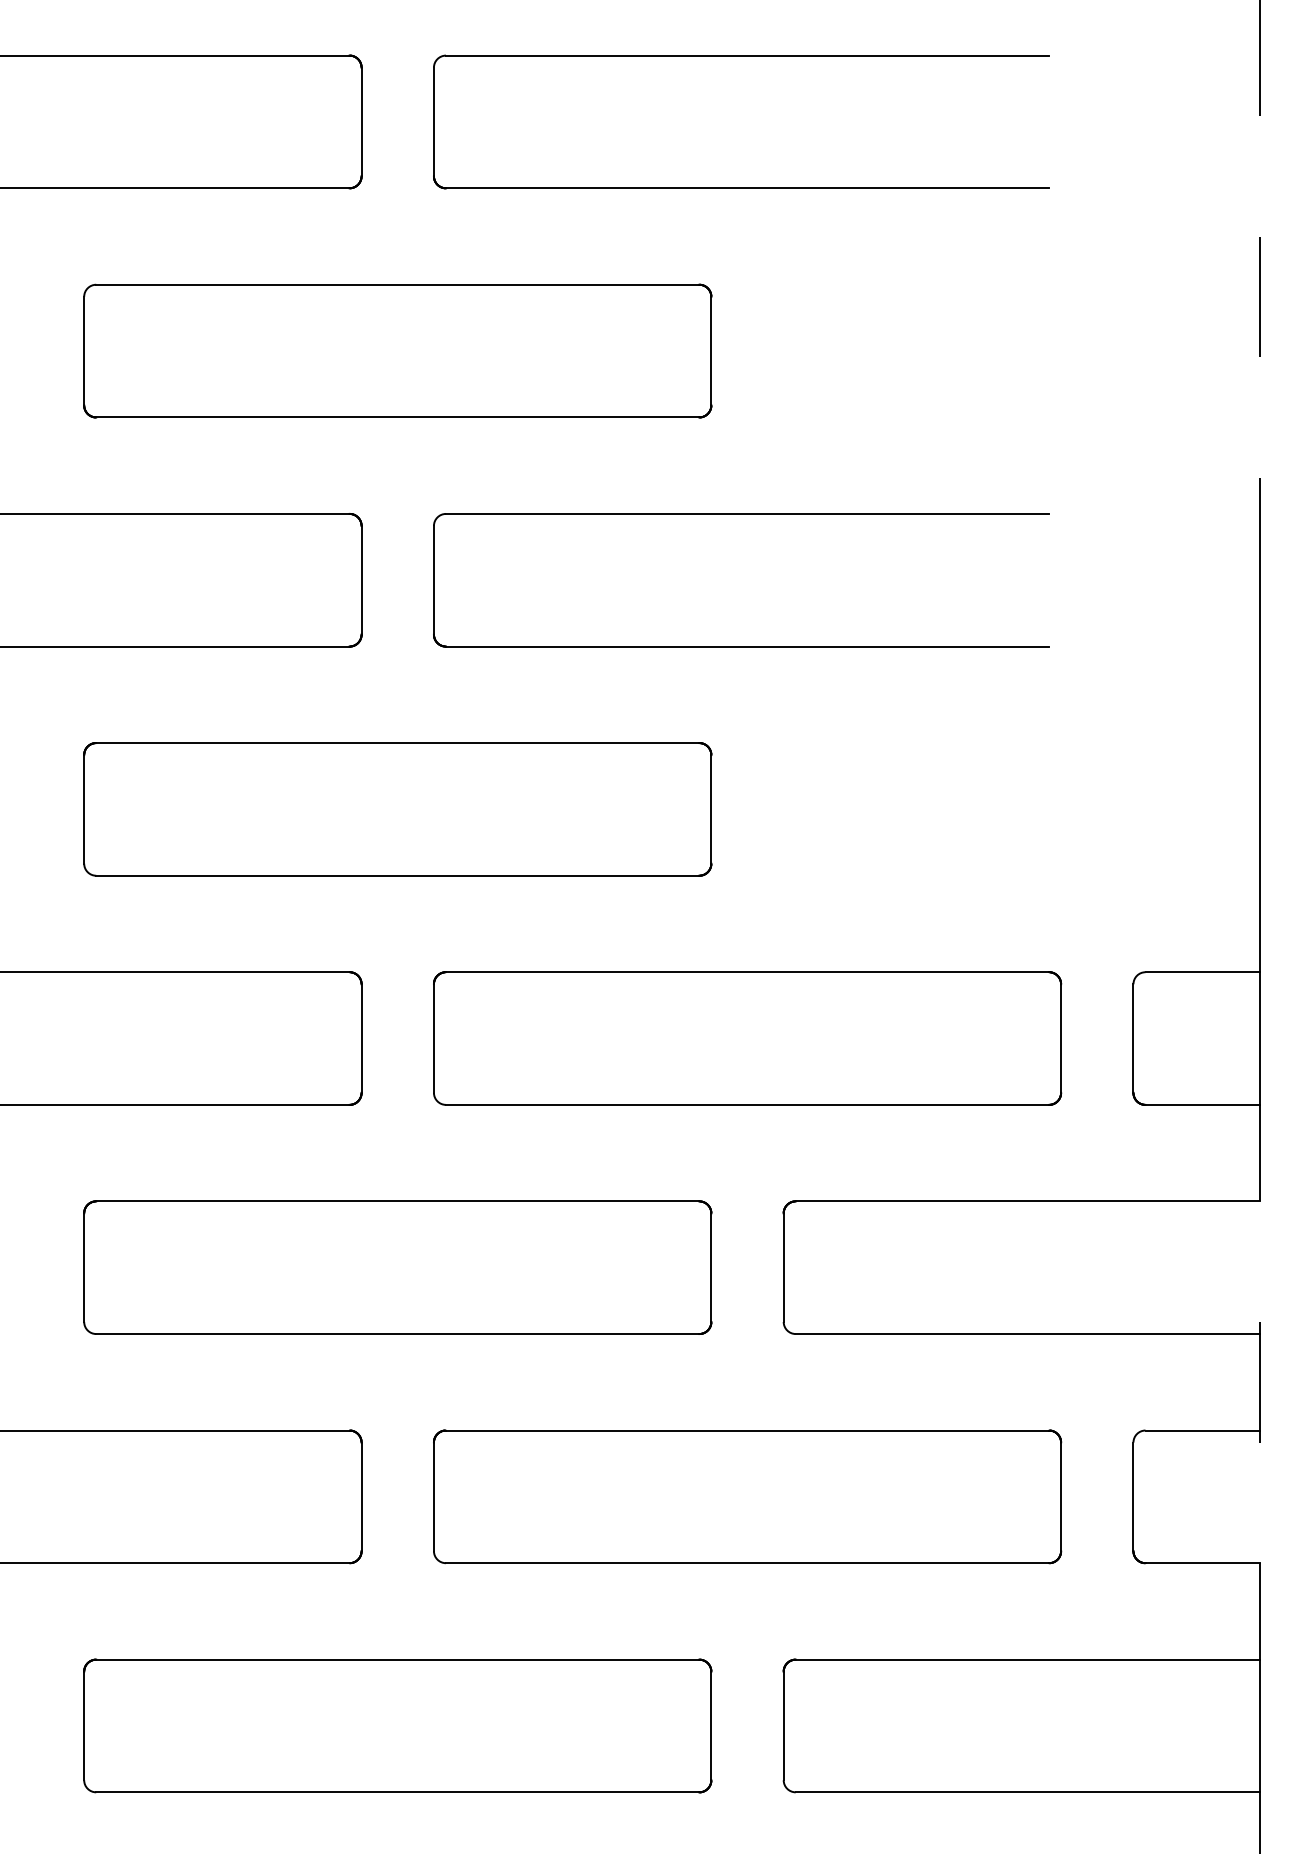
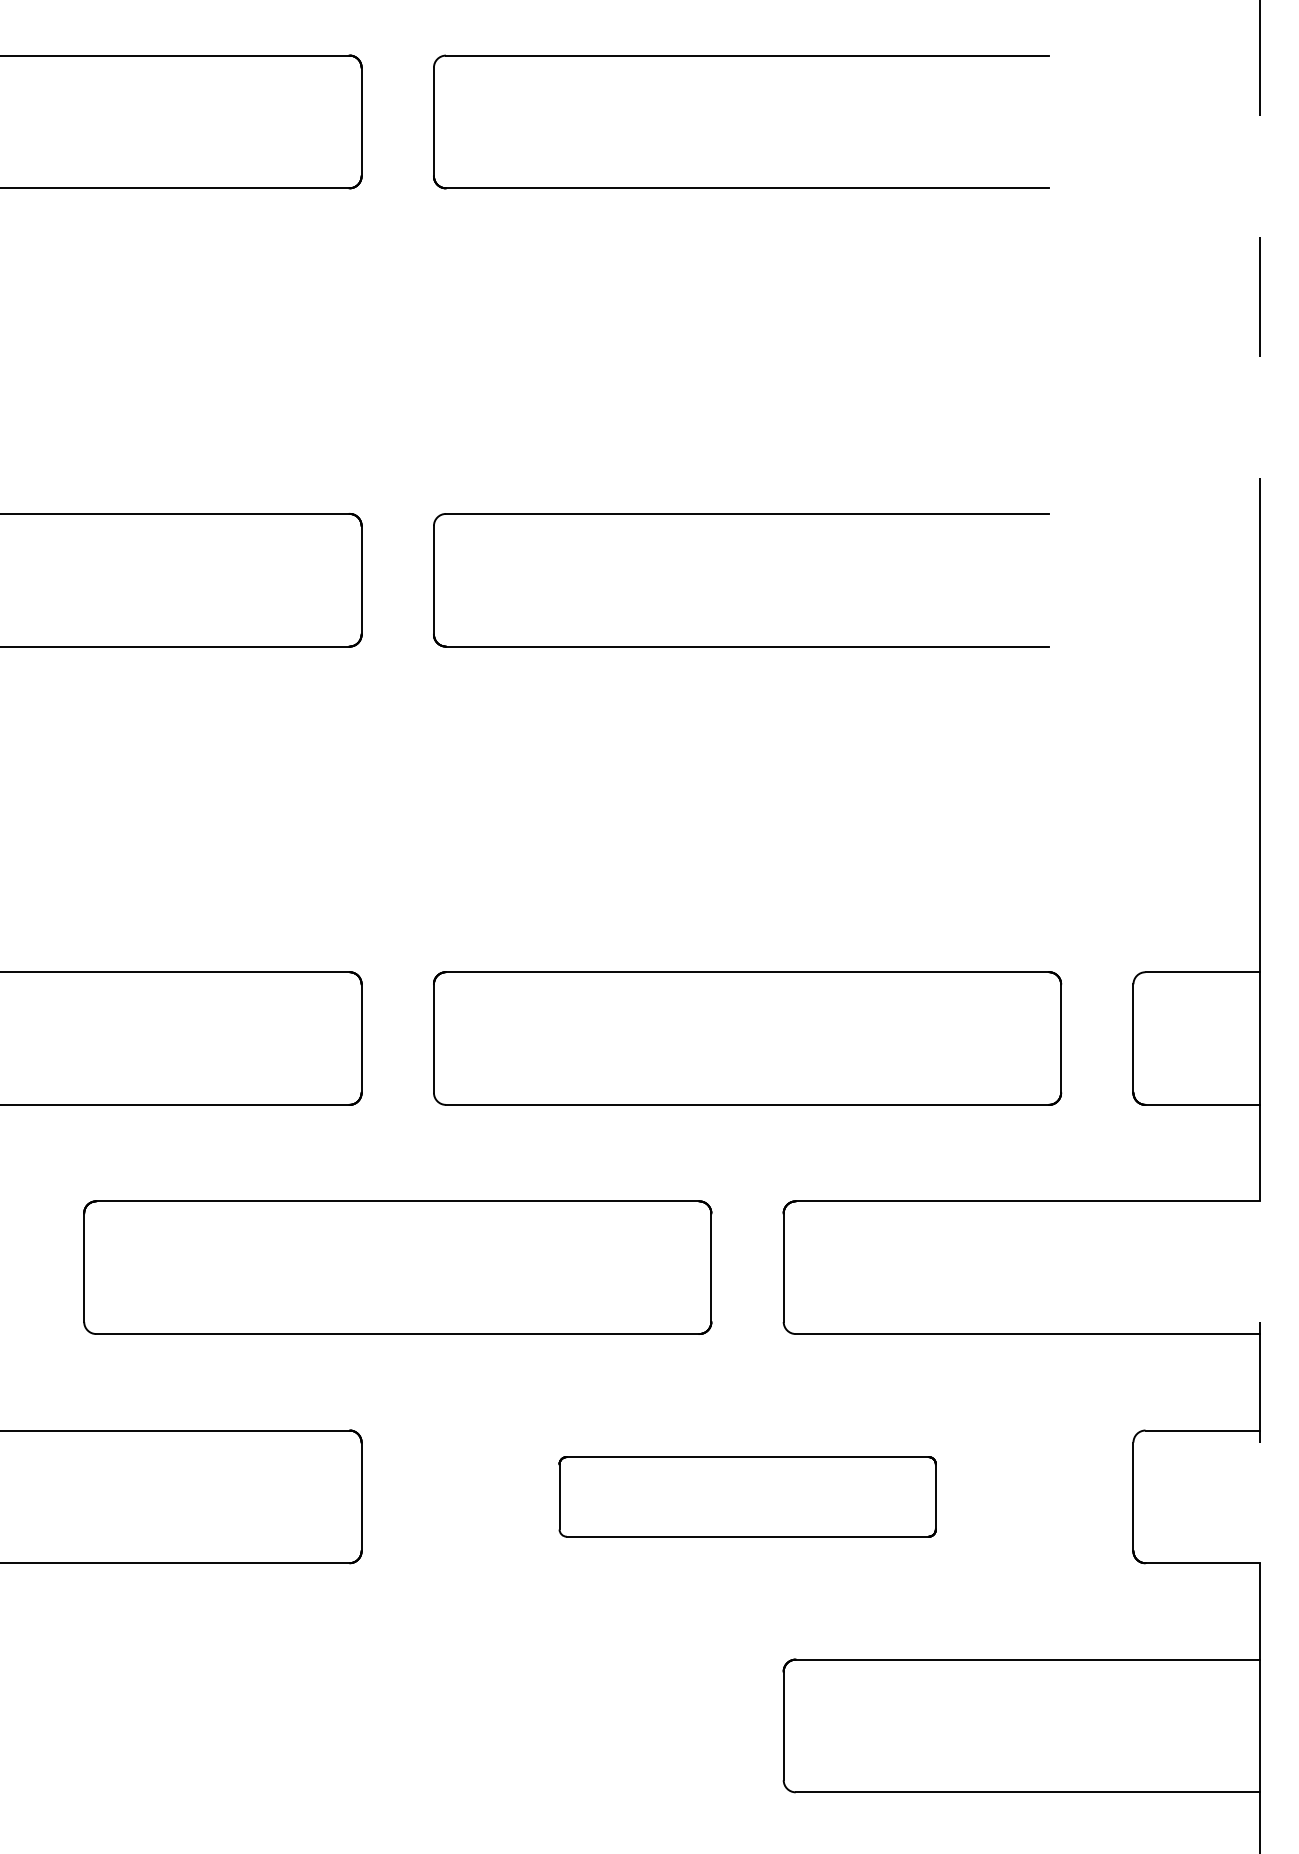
part at (397, 350): present -> none
part at (397, 809): present -> none
part at (747, 1496) size: 630x136 px -> 379x82 px
part at (397, 1725): present -> none
